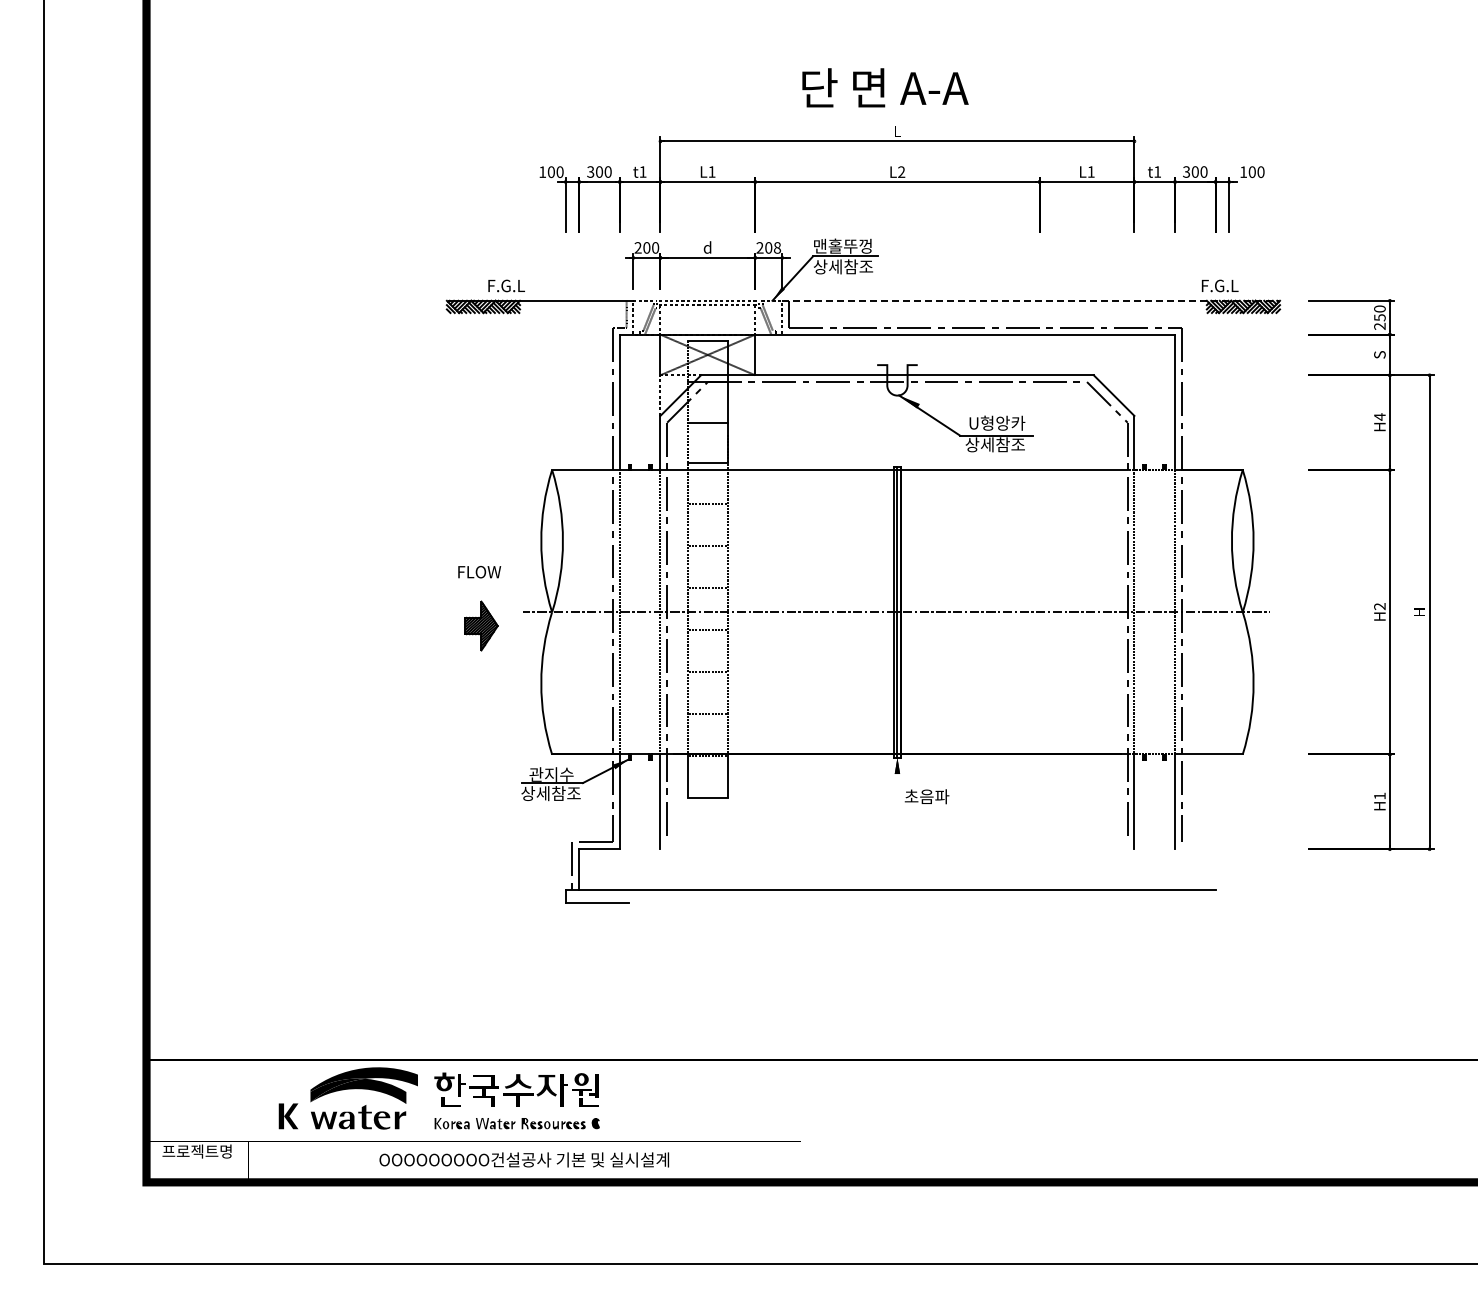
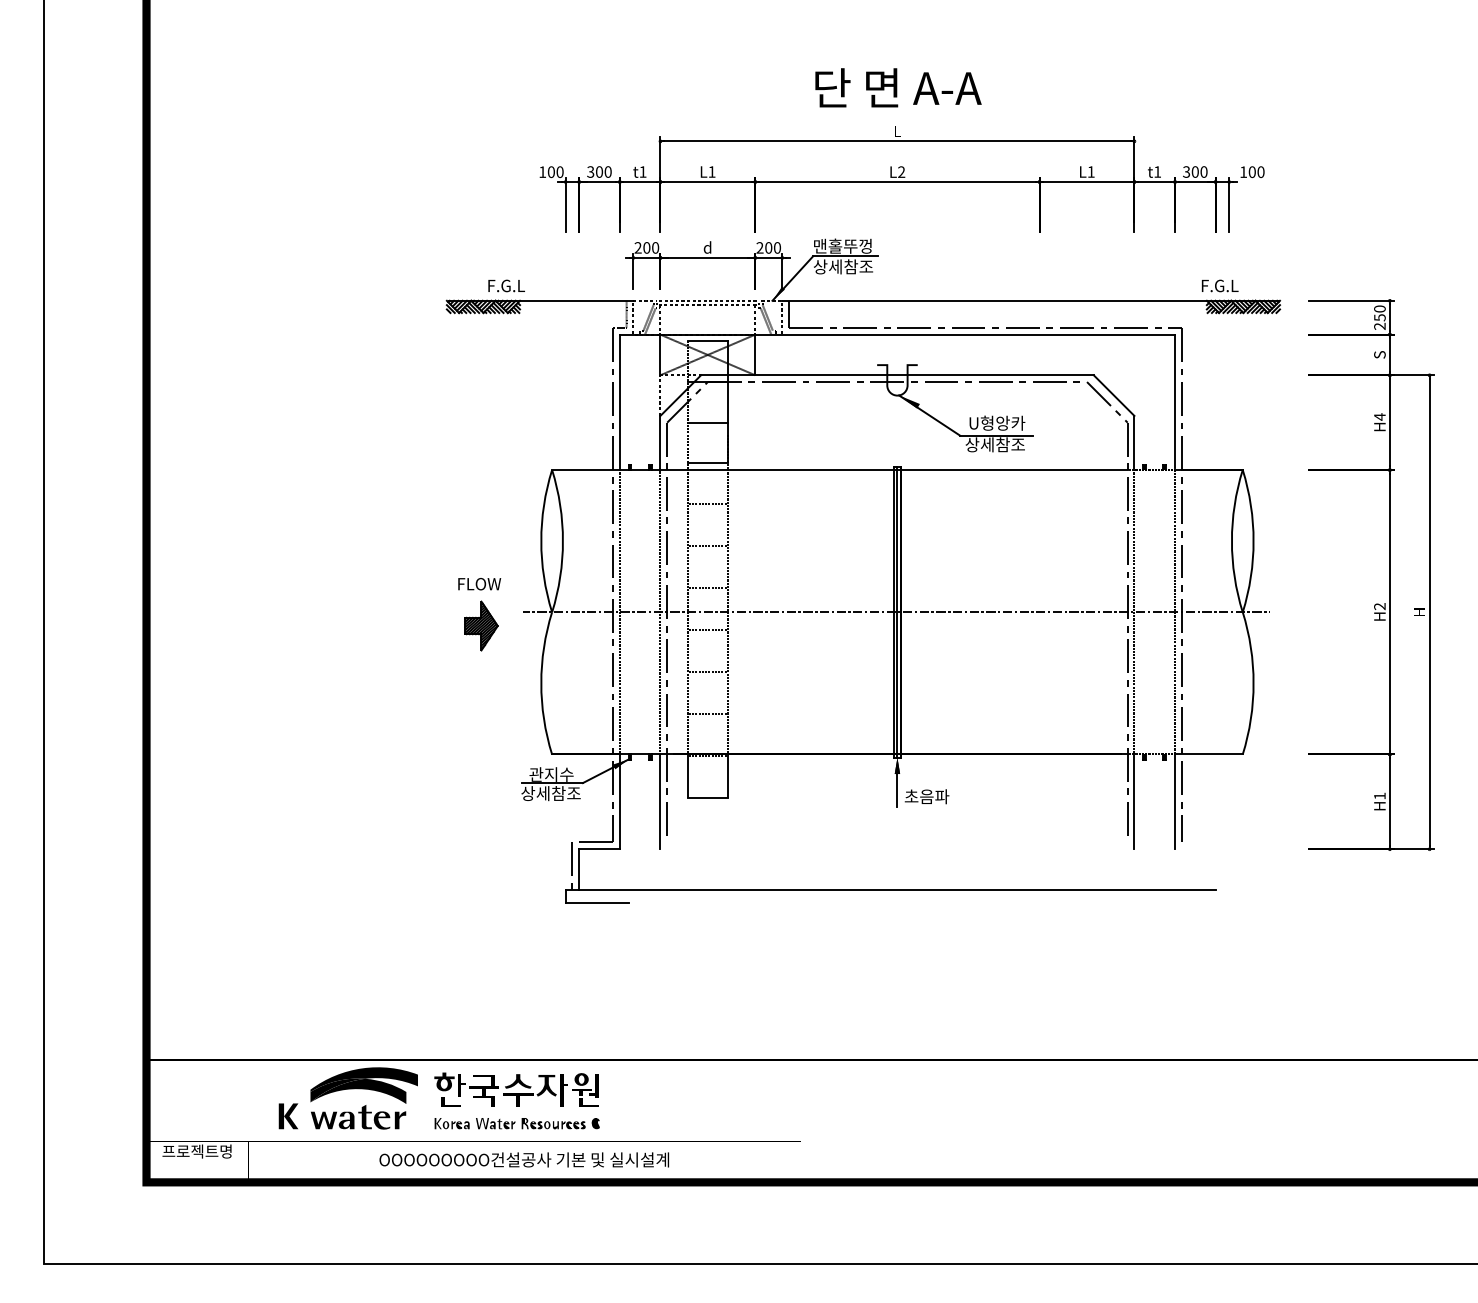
text at (885, 87) position: (885, 87) -> (898, 87)
text at (777, 247): 208 -> 200
line at (1030, 300): dashed -> solid
text at (479, 572) position: (479, 572) -> (479, 584)
line at (897, 787): none -> present
